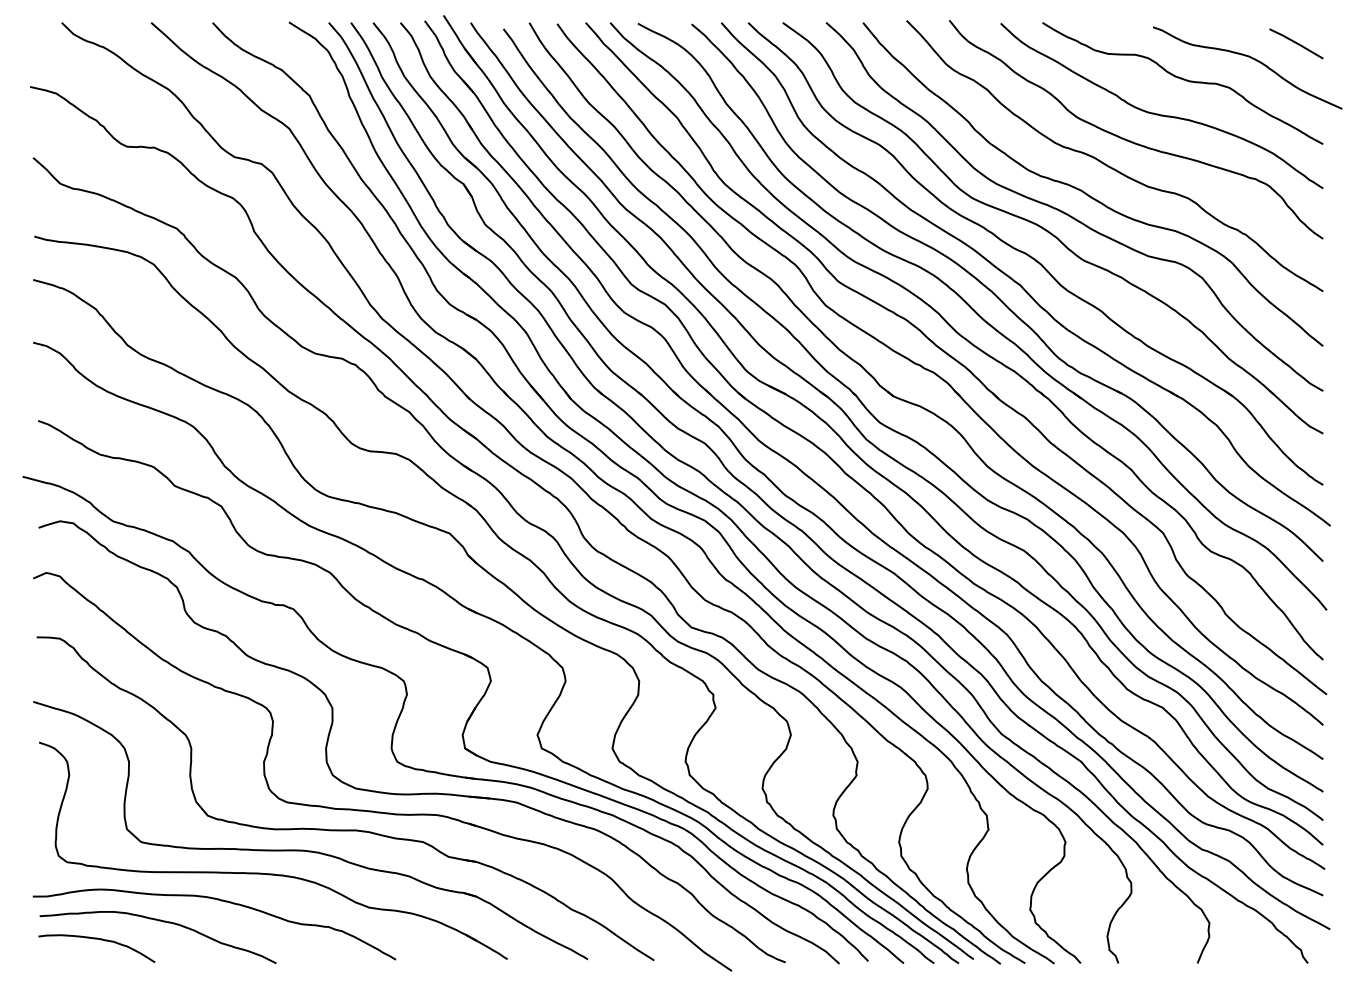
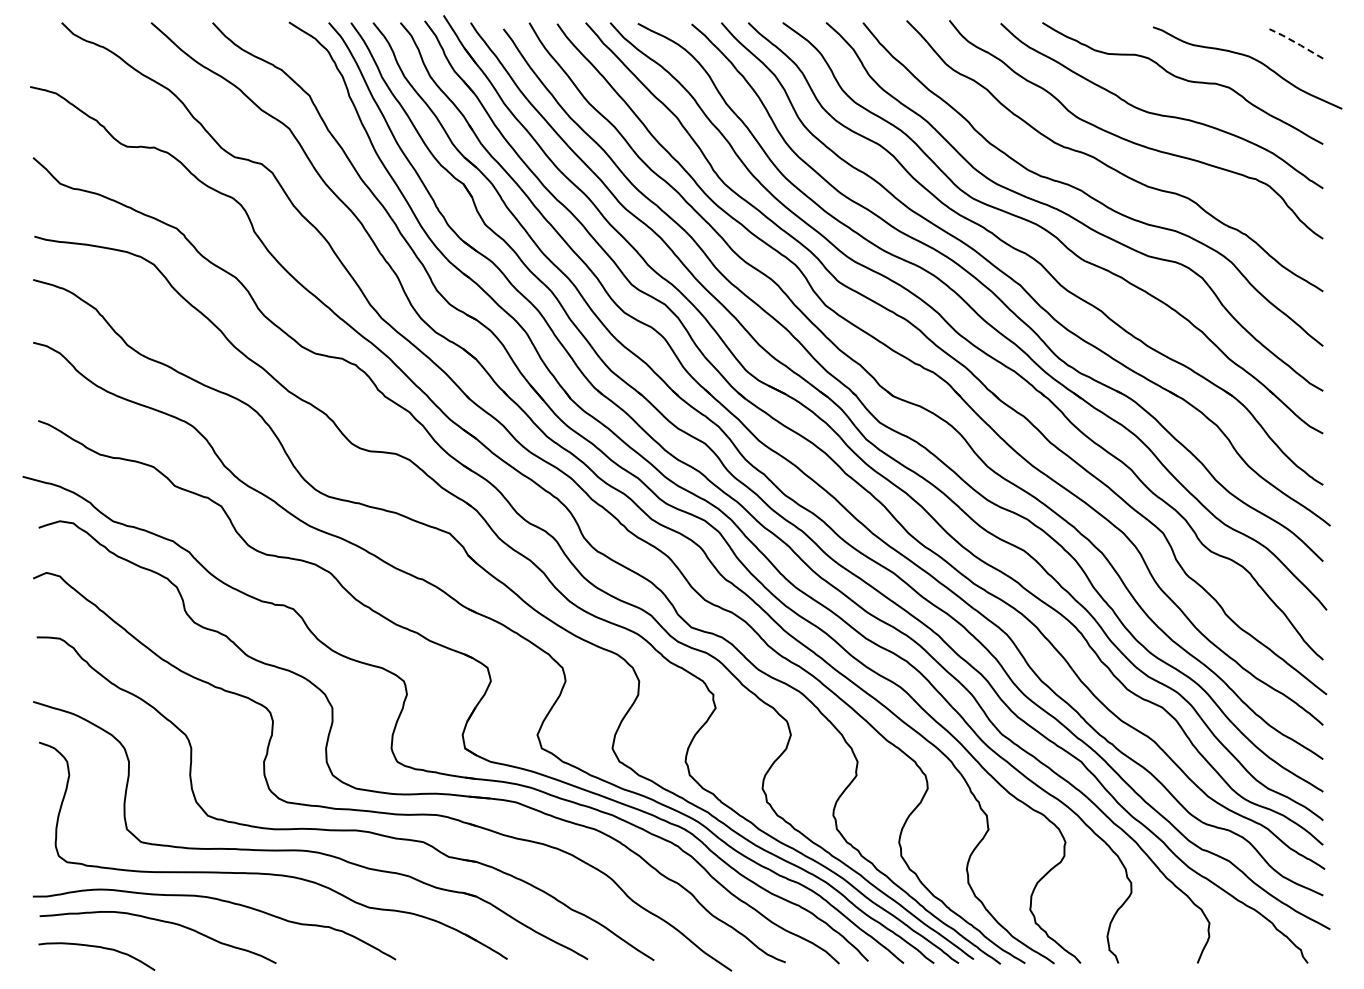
line at (1296, 43): solid -> dashed
curve at (96, 939) position: (96, 939) -> (96, 947)
